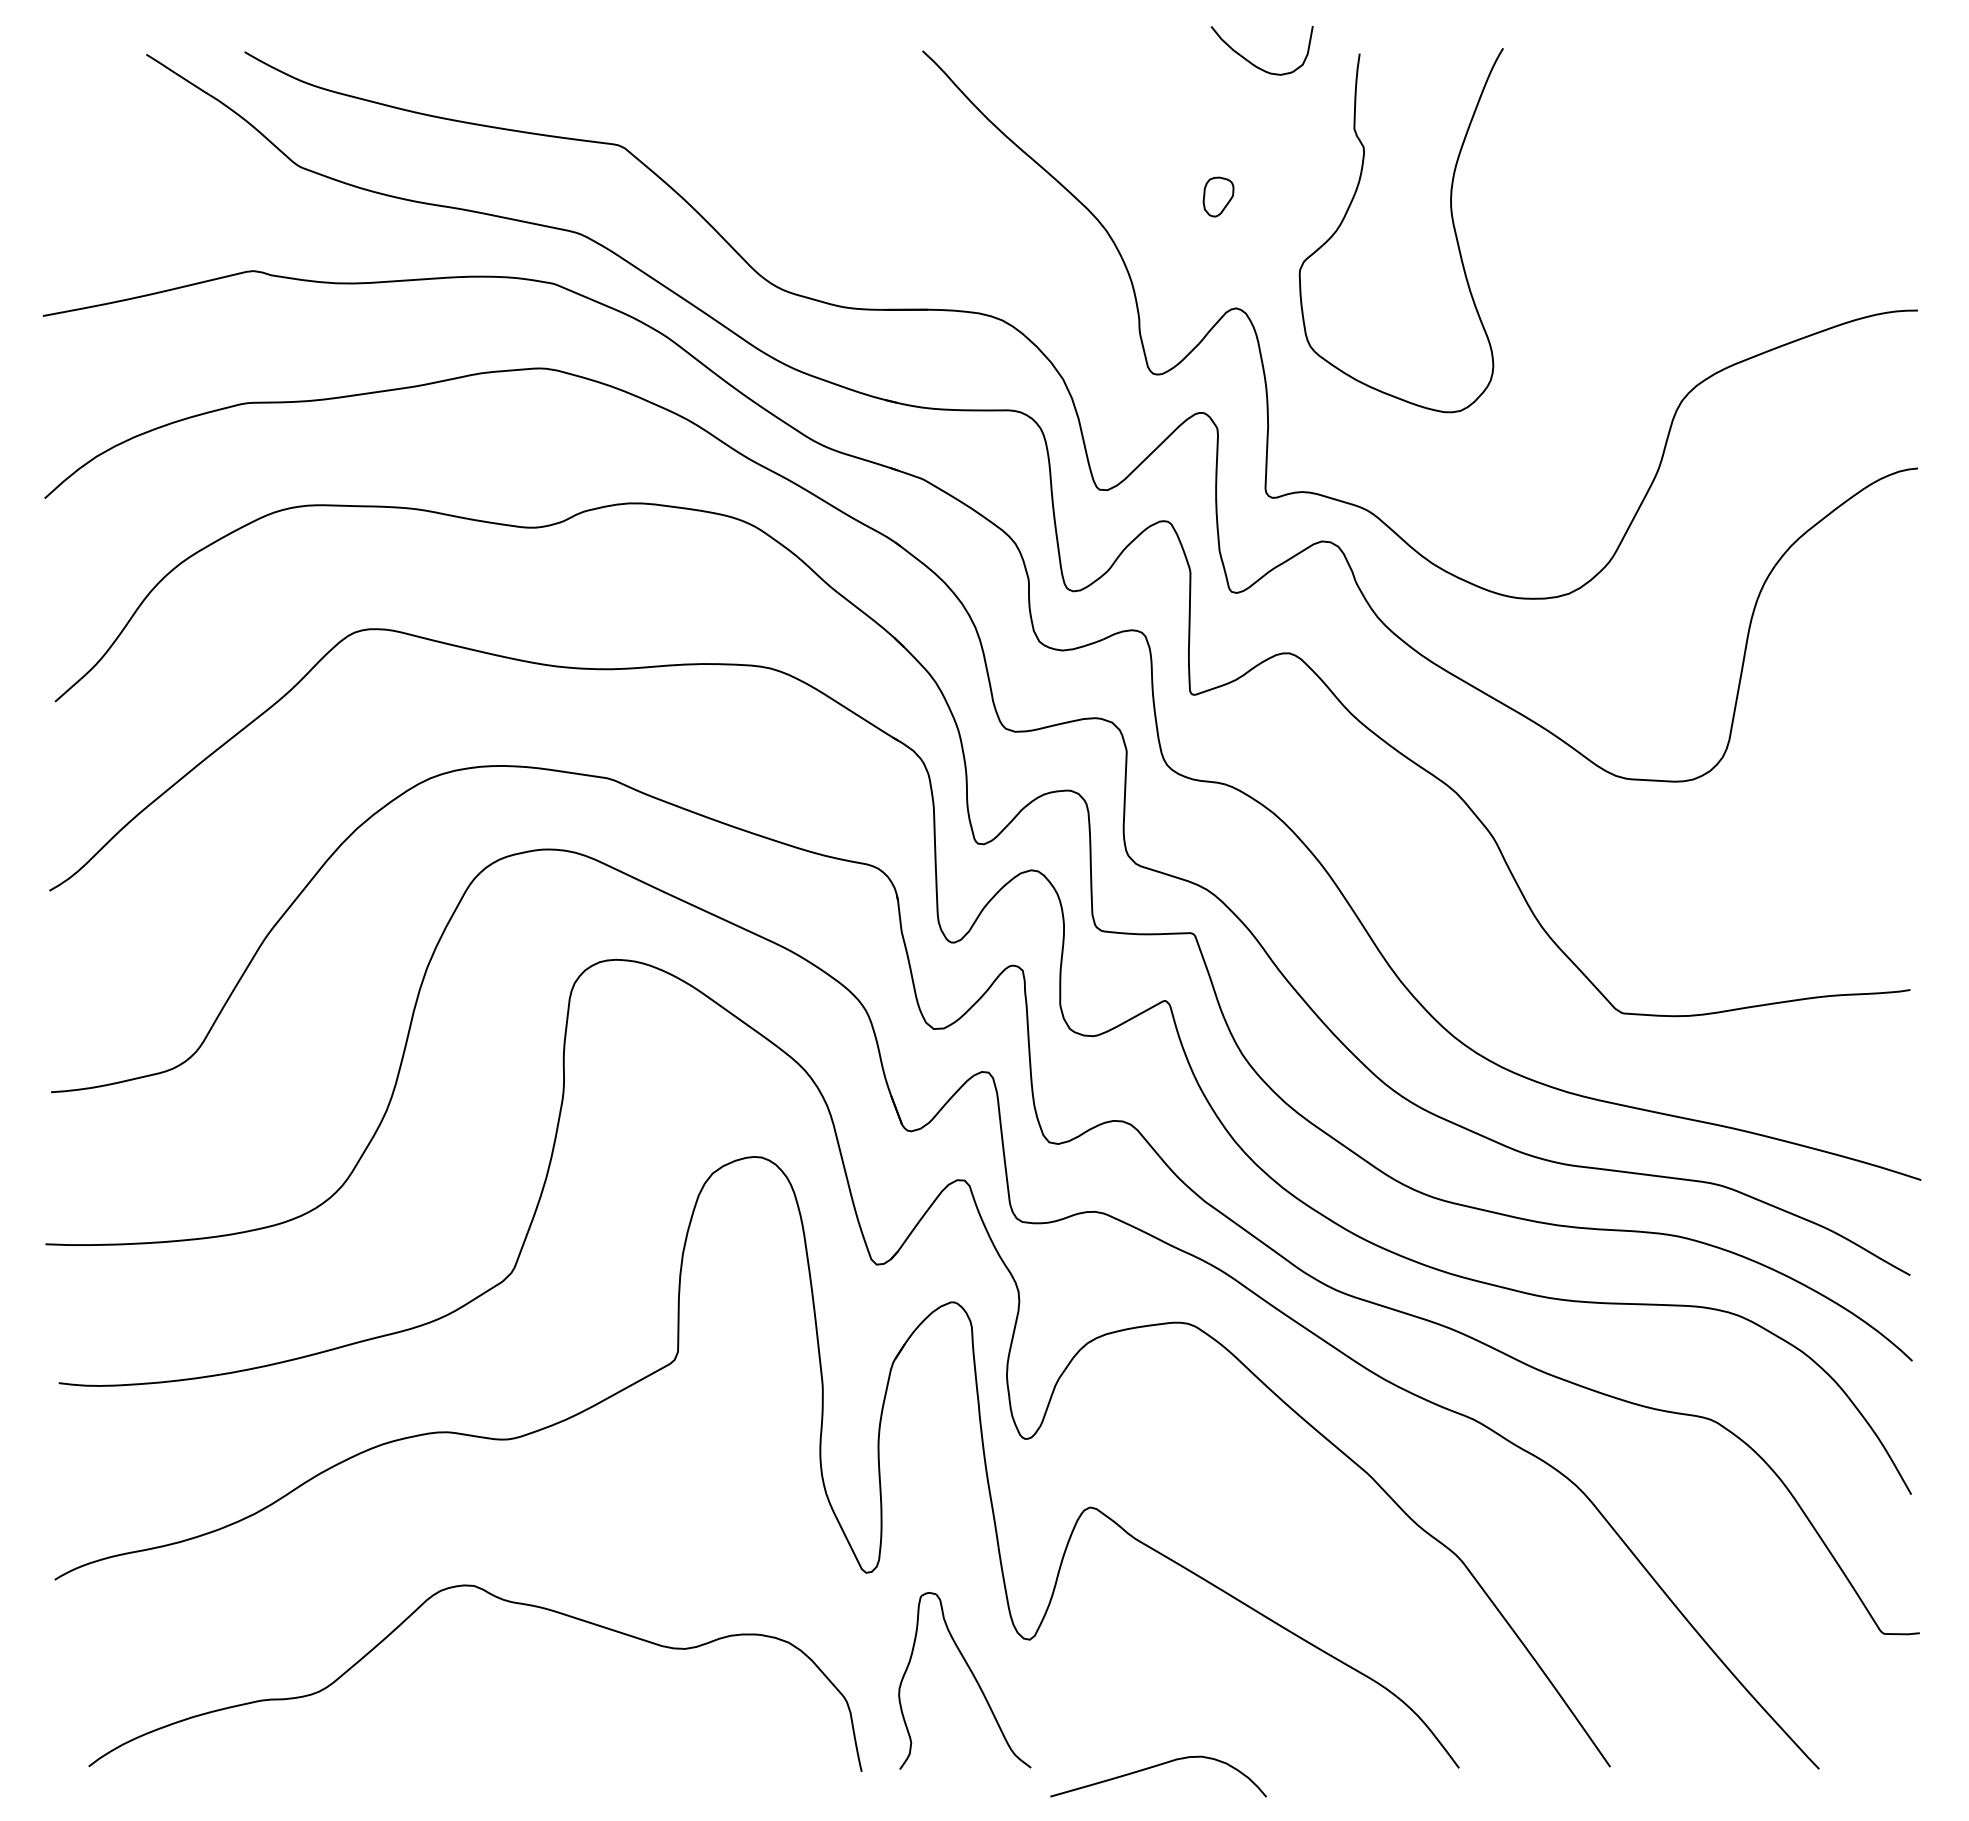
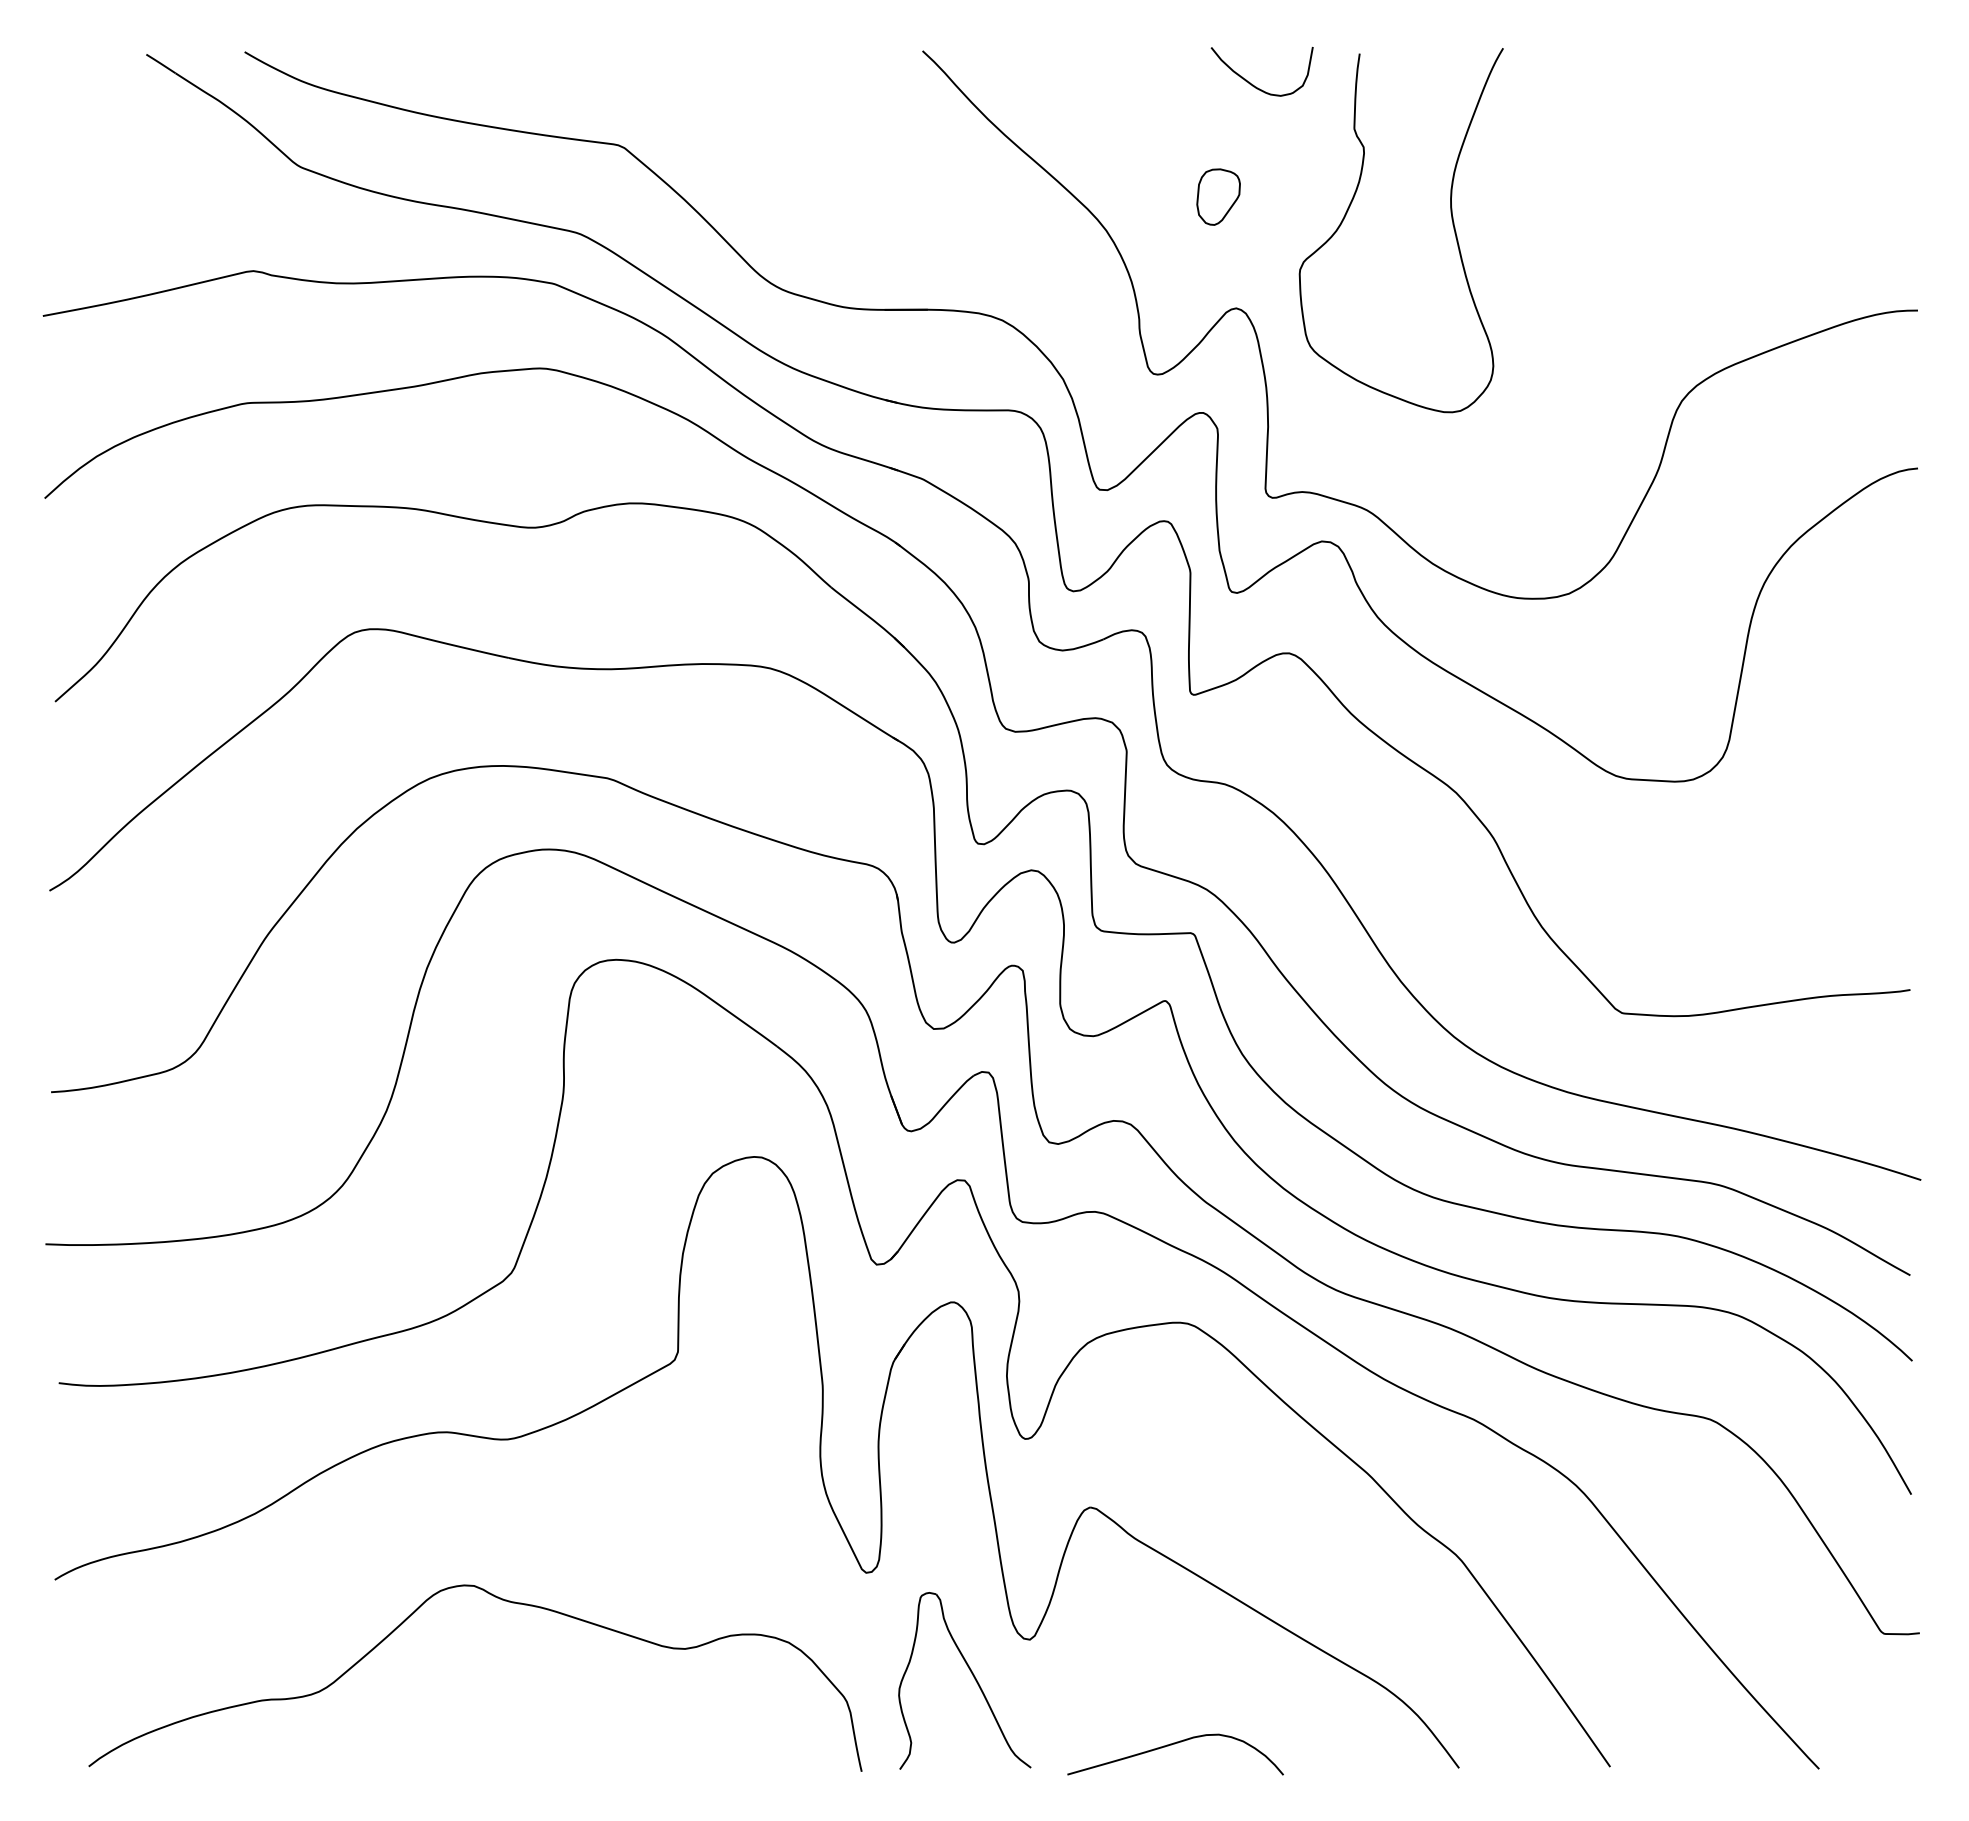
curve at (1253, 63) position: (1253, 63) -> (1253, 84)
part at (1218, 196) size: 33x42 px -> 45x58 px
curve at (1154, 1767) position: (1154, 1767) -> (1171, 1745)
